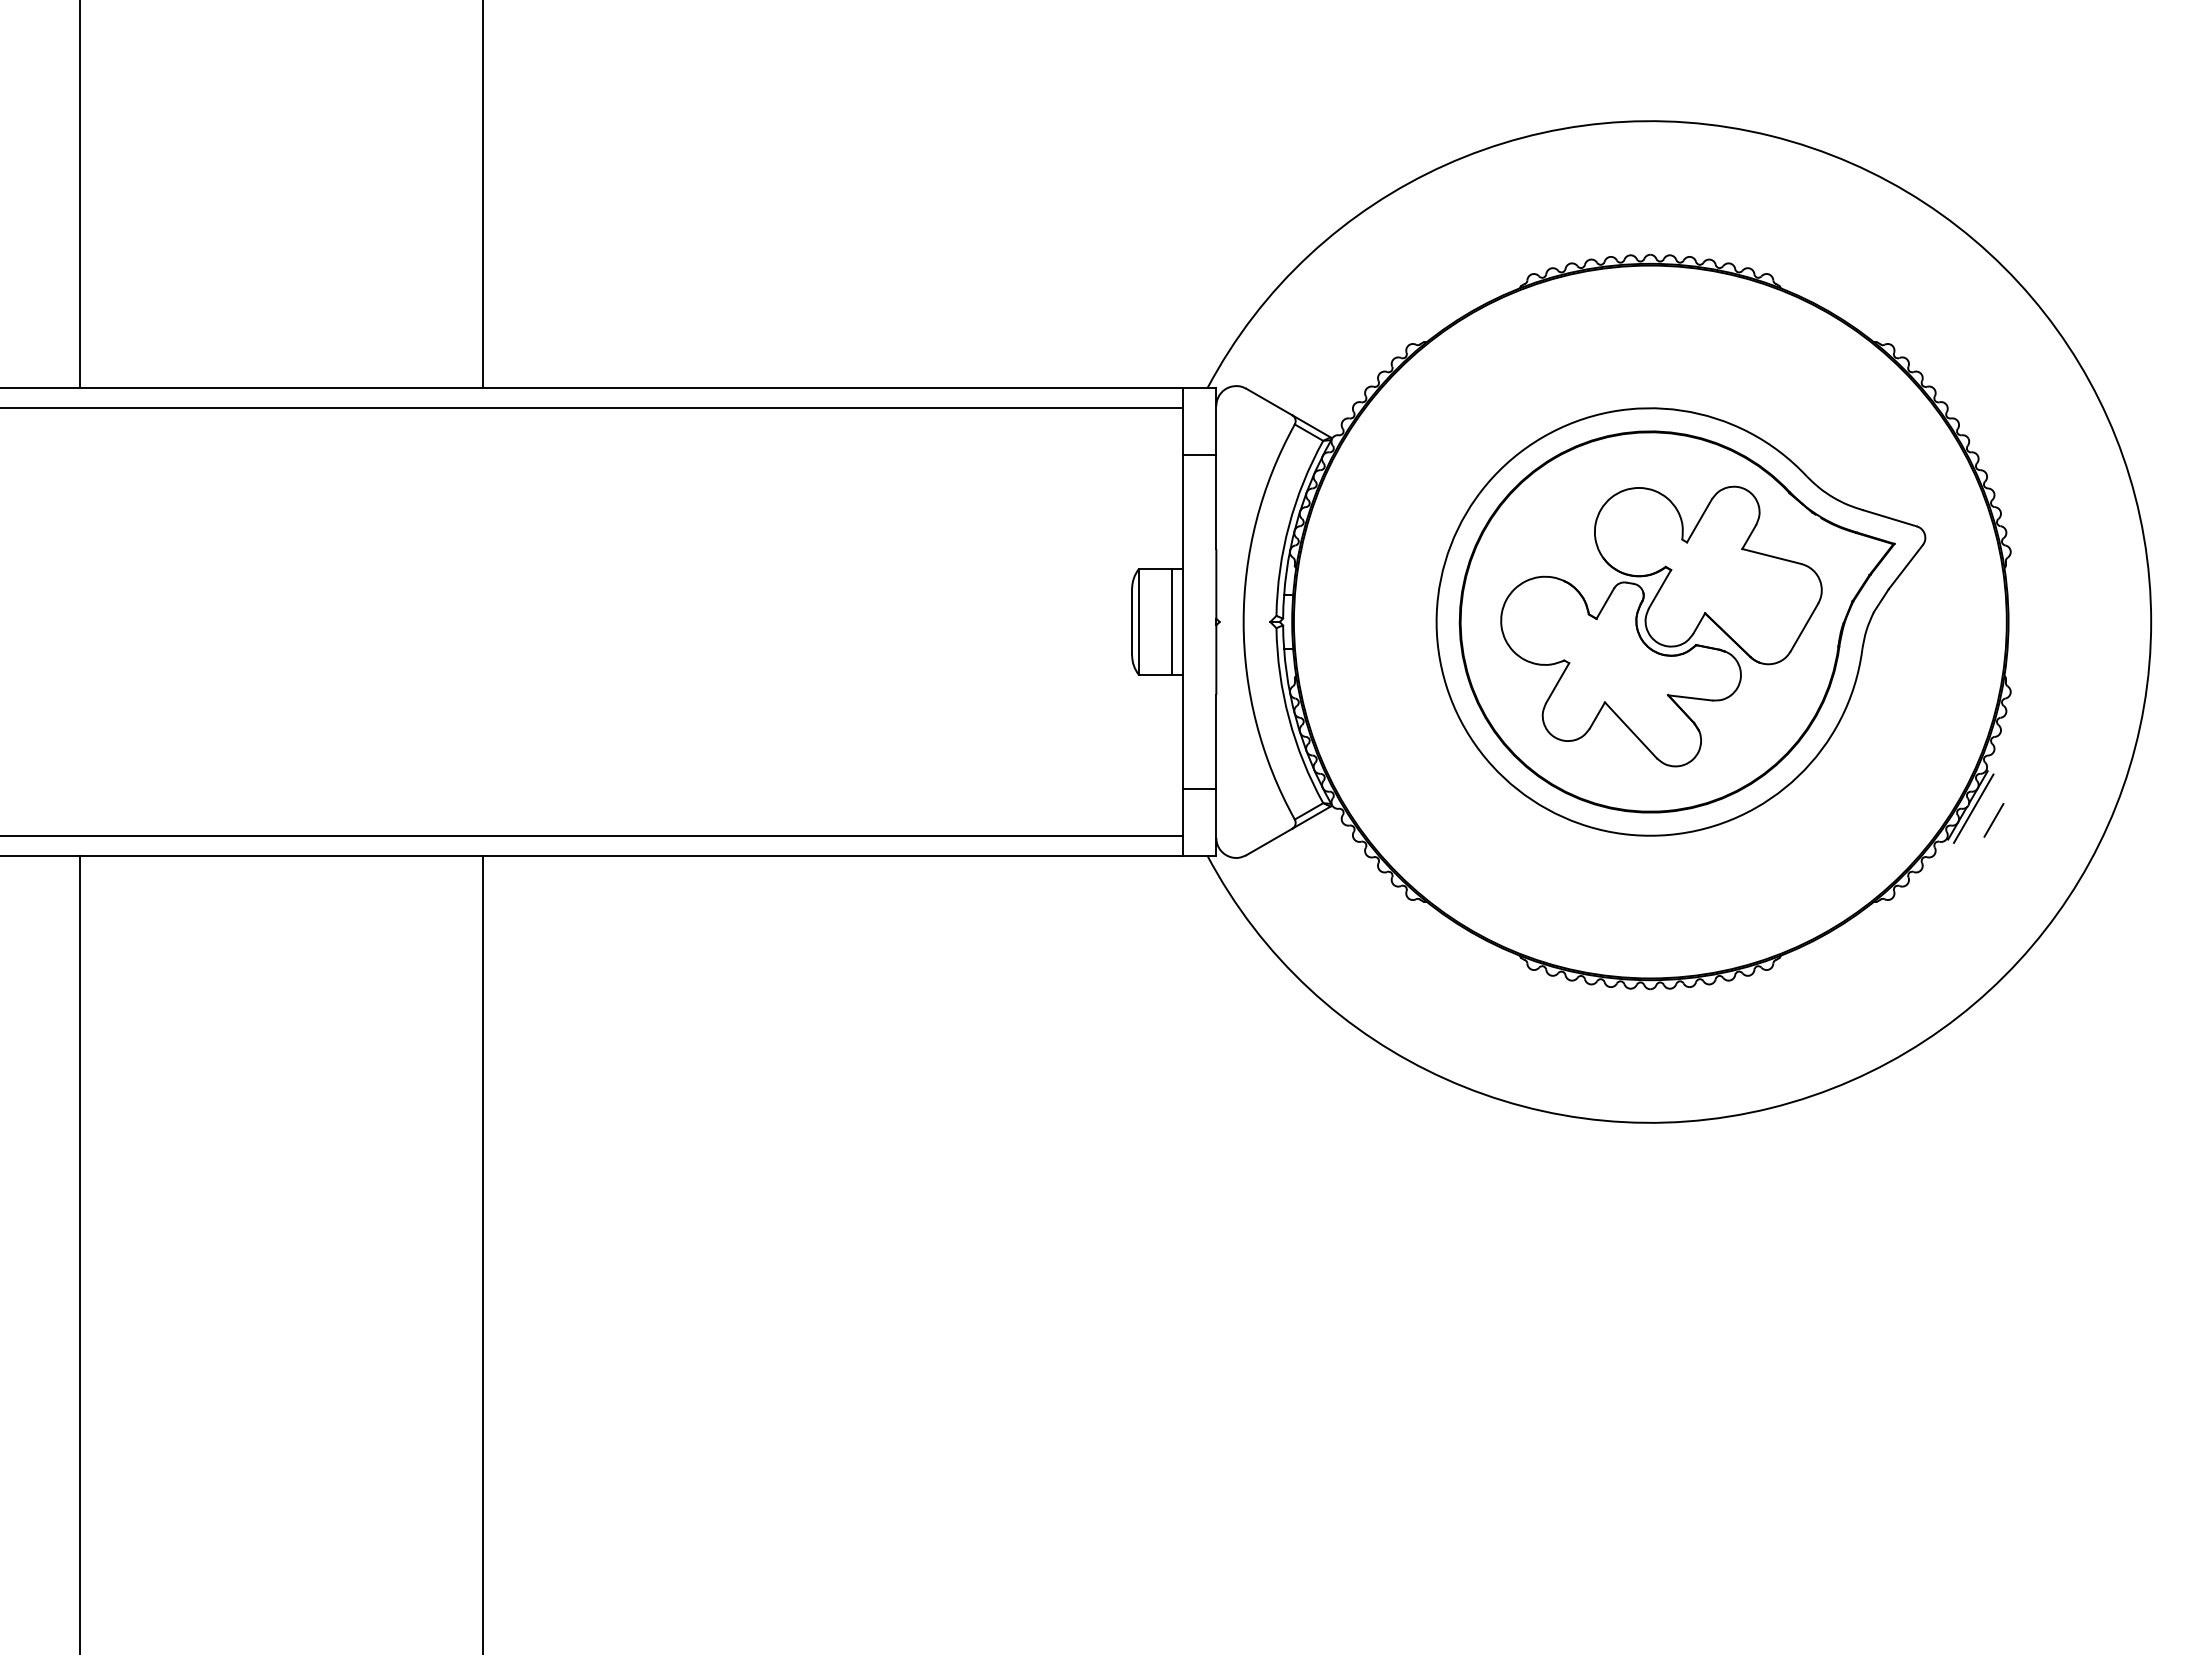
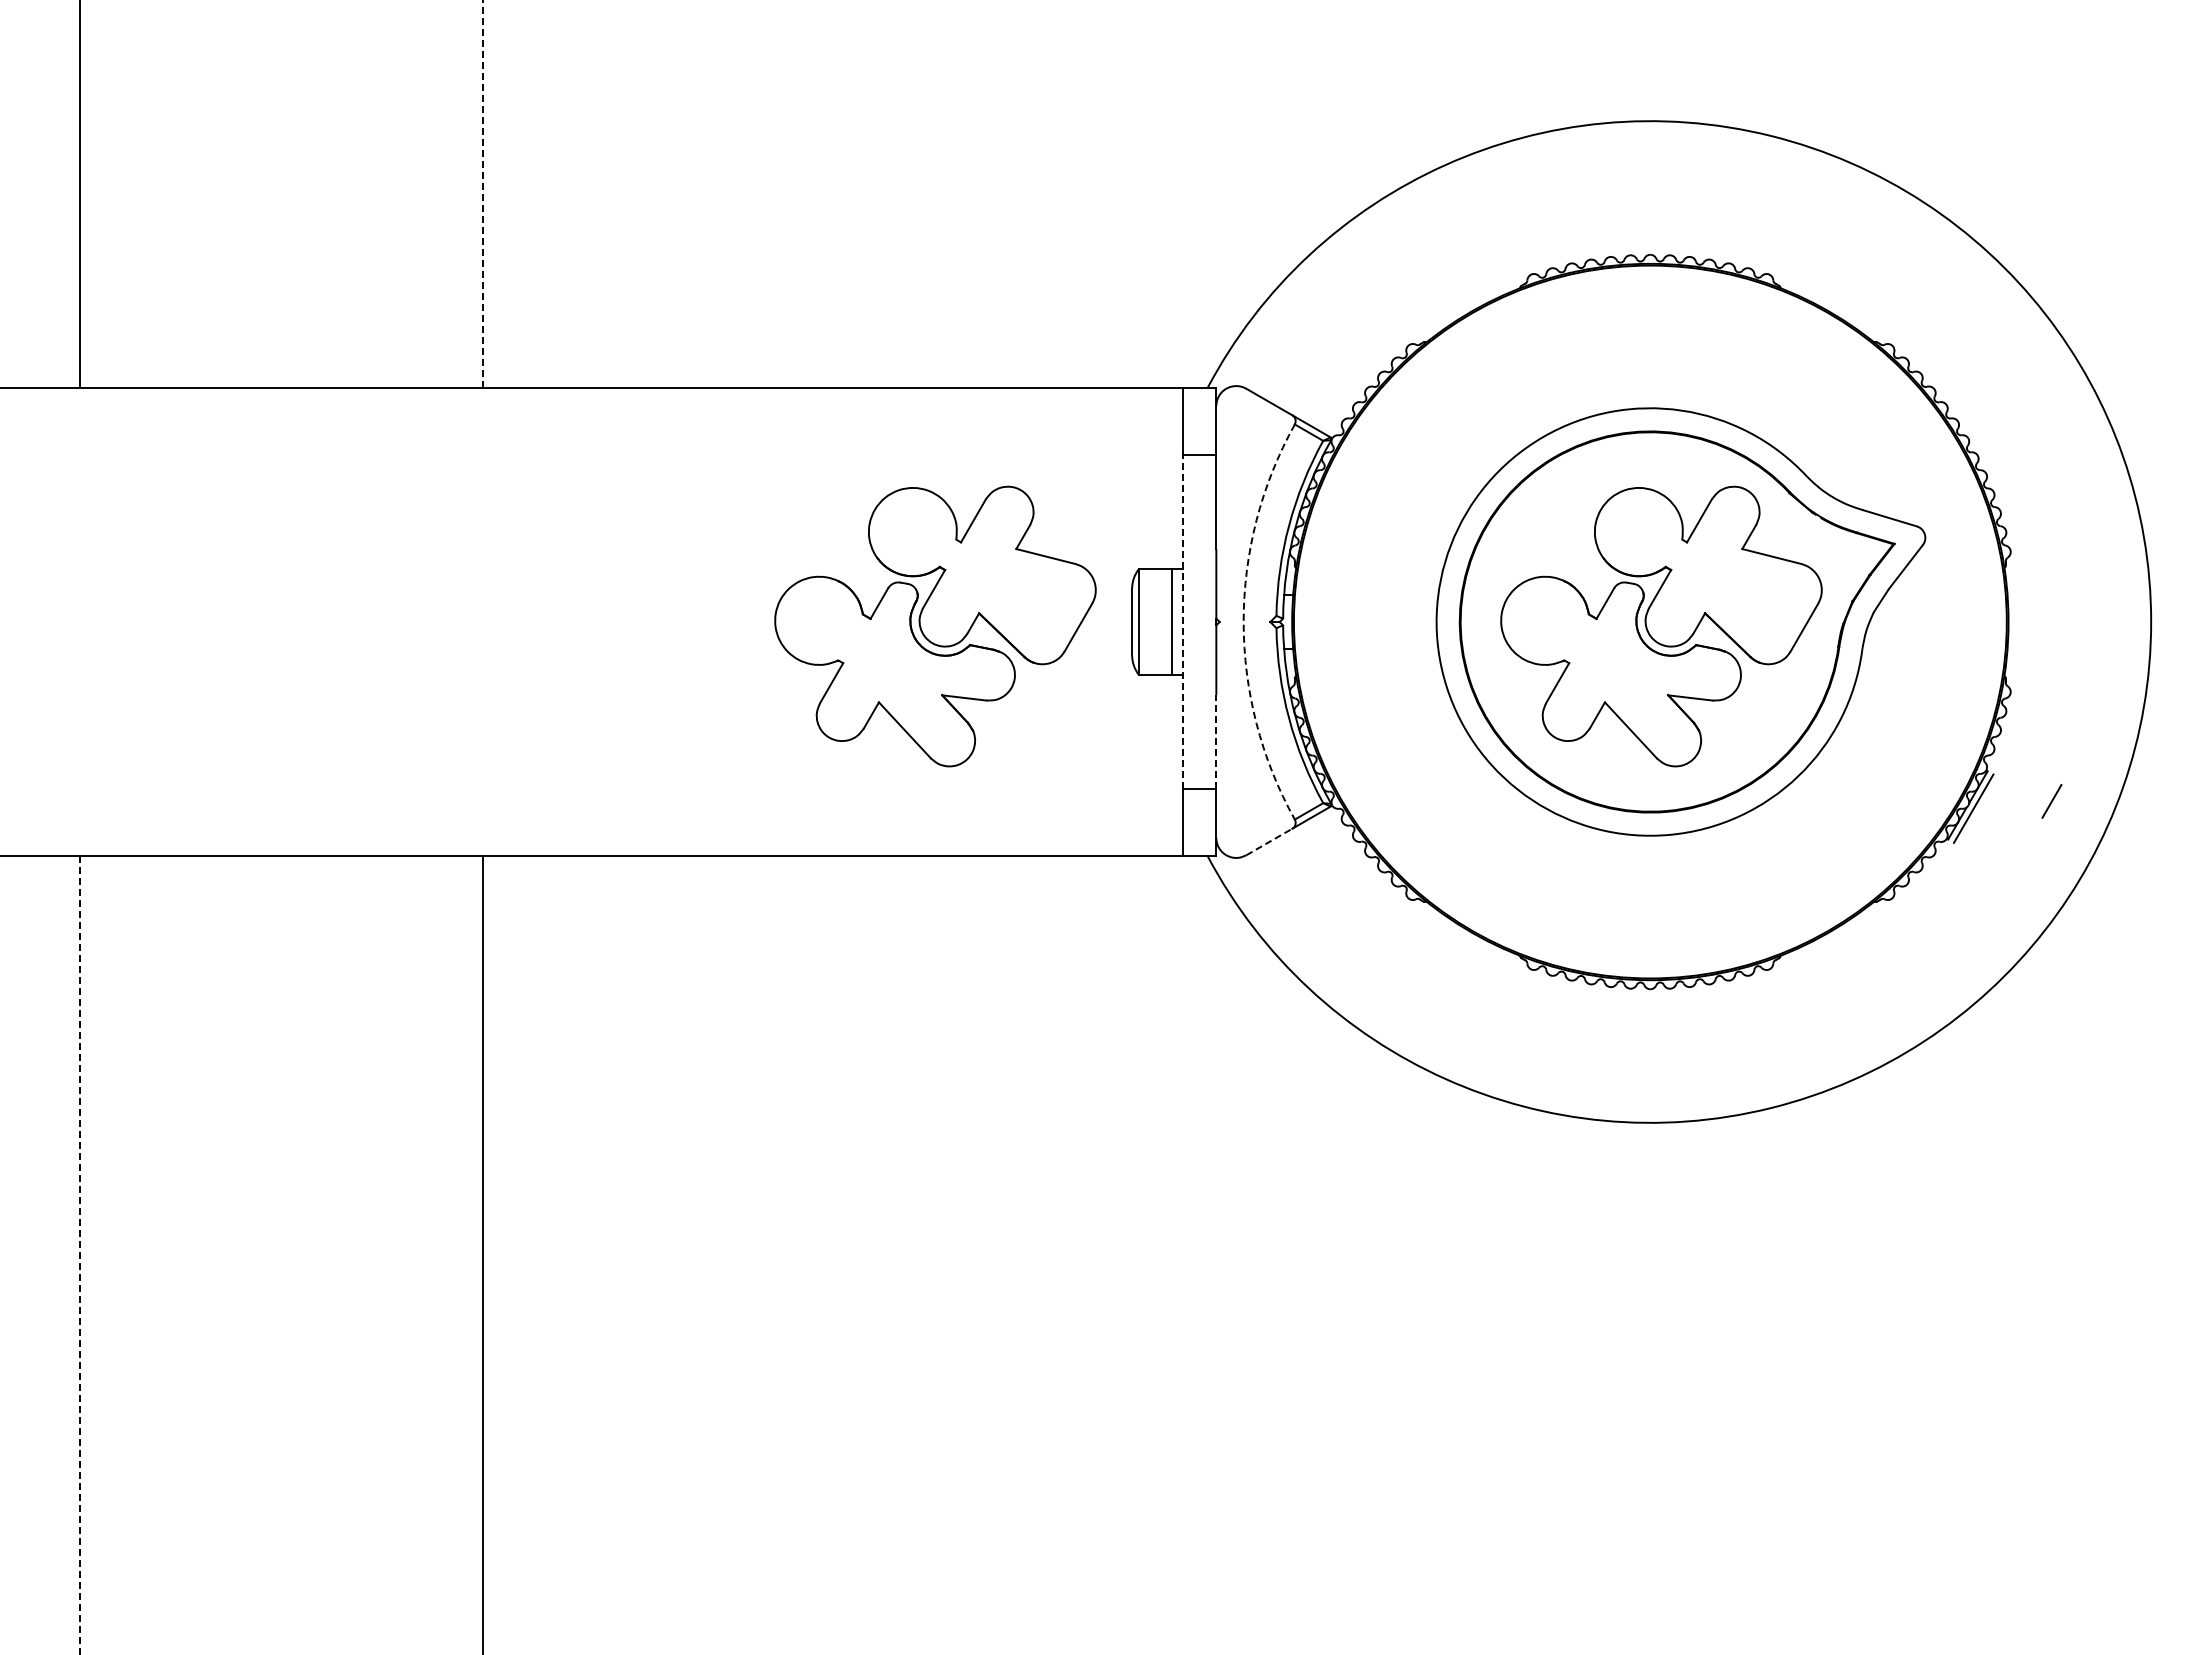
line at (482, 194): solid -> dashed
line at (592, 408): present -> none
line at (1182, 622): solid -> dashed
arc at (1243, 622): solid -> dashed
part at (935, 626): none -> present
line at (1216, 741): solid -> dashed
line at (1993, 820) position: (1993, 820) -> (2051, 801)
line at (592, 835): present -> none
line at (1269, 842): solid -> dashed
line at (80, 1255): solid -> dashed
